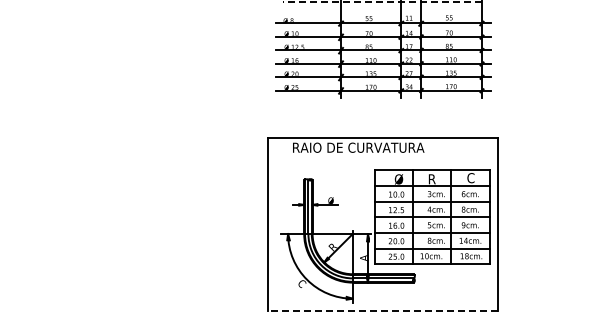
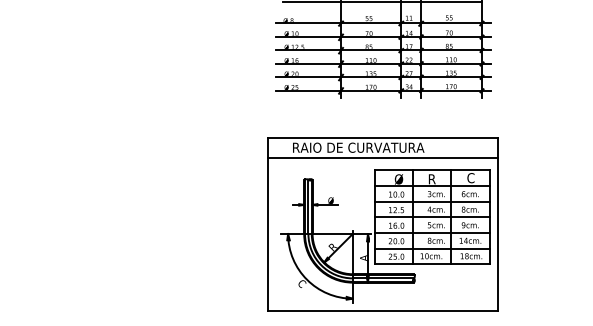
line at (382, 1): dashed -> solid
line at (382, 157): none -> present
line at (383, 310): dashed -> solid
